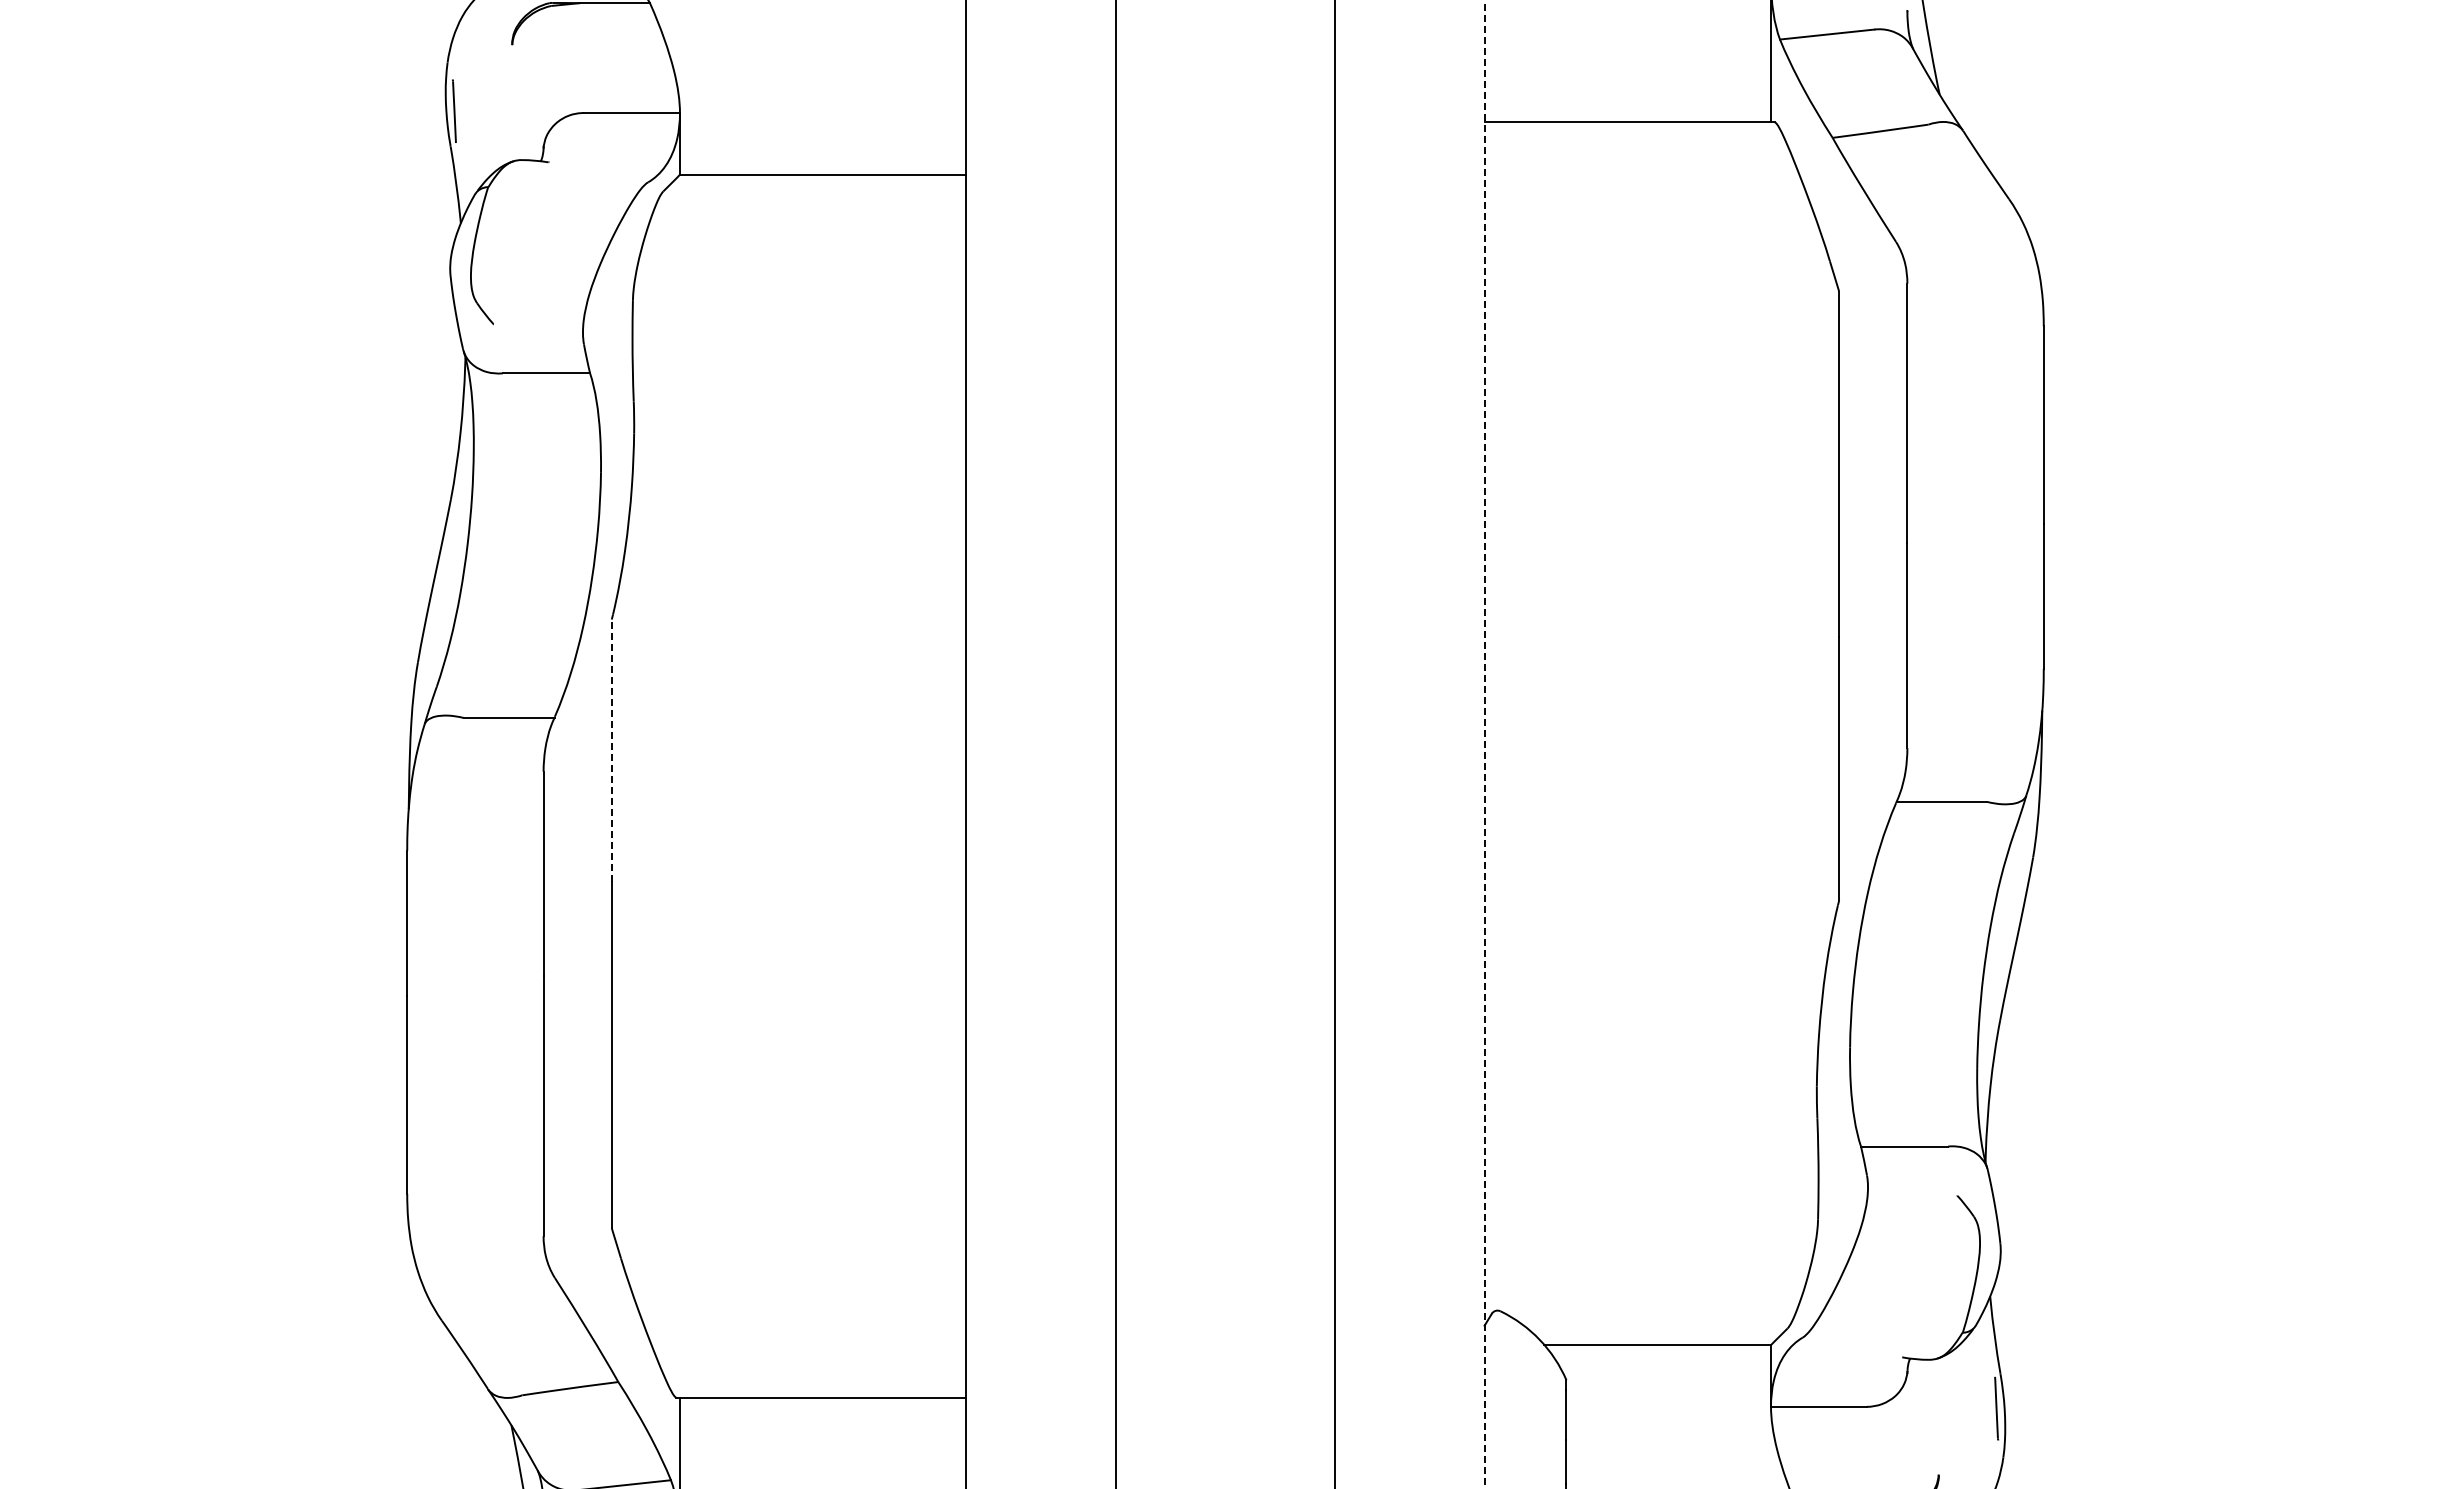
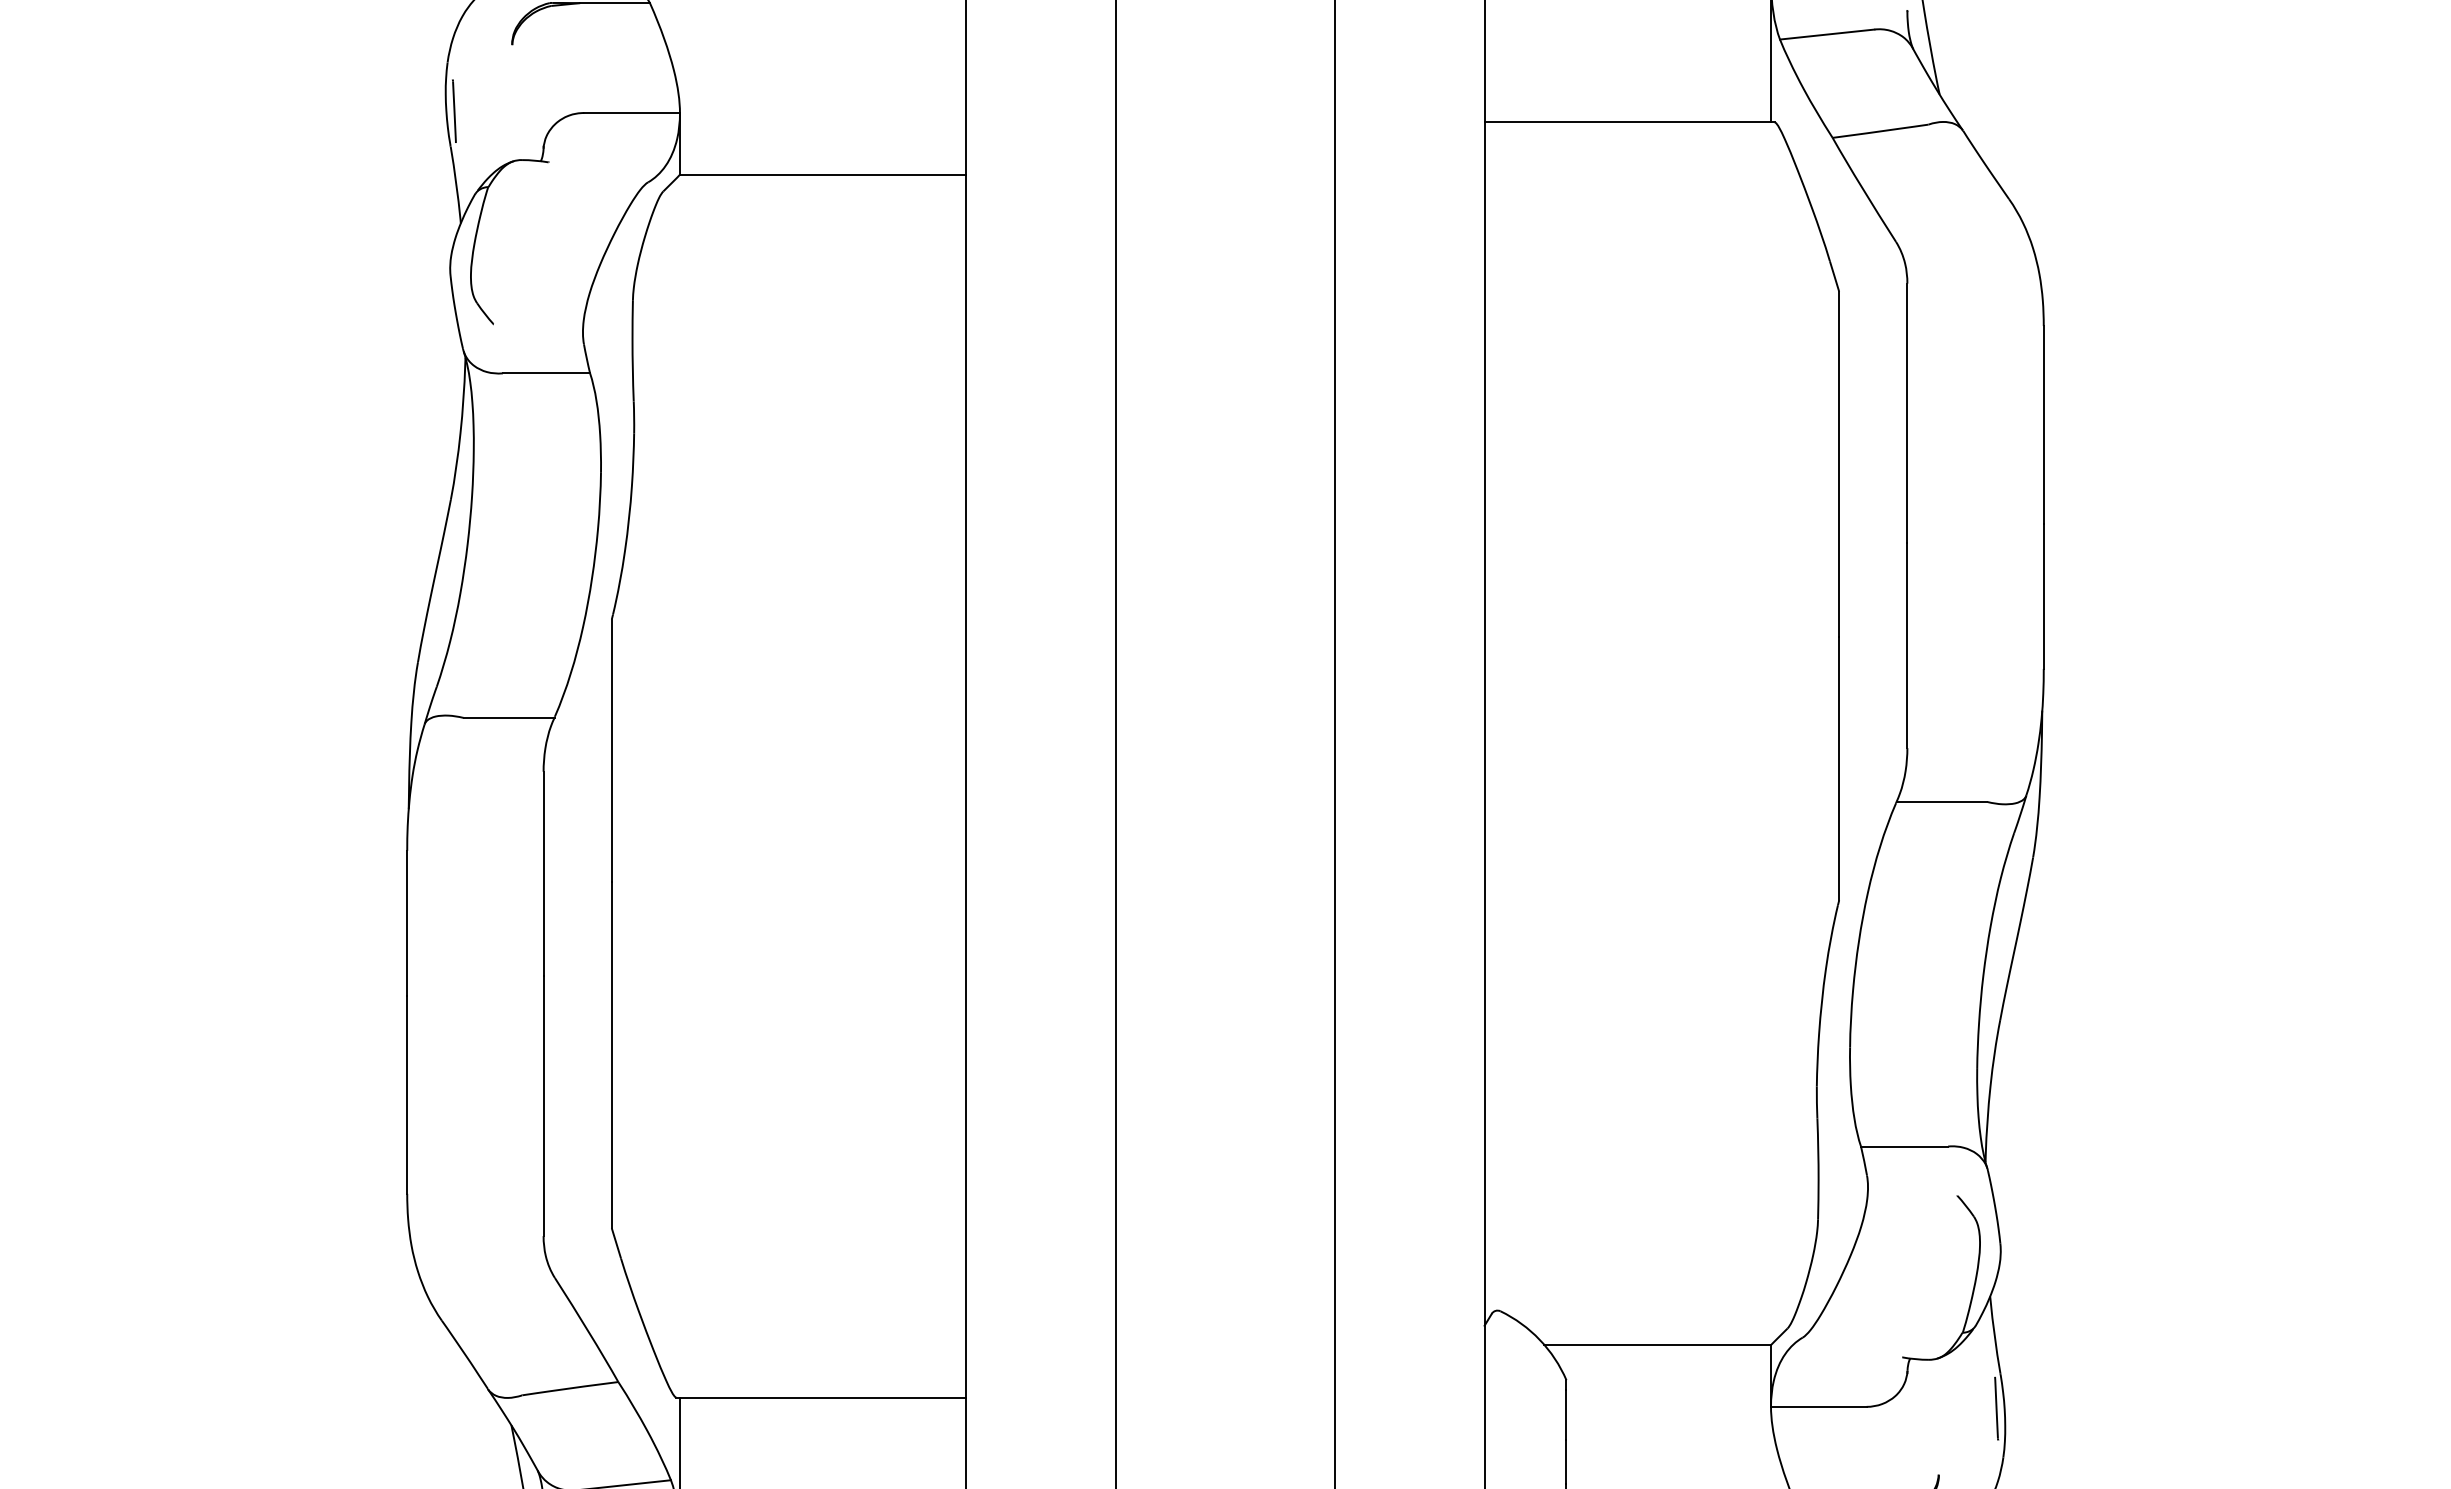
line at (1484, 744): dashed -> solid
line at (611, 750): dashed -> solid
